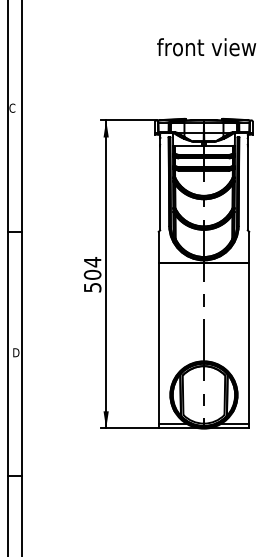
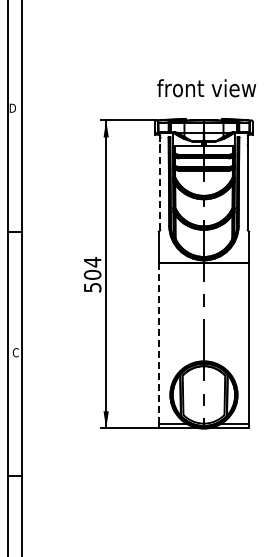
text at (206, 47) position: (206, 47) -> (206, 88)
text at (12, 107): C -> D
line at (160, 182): solid -> dashed
line at (158, 344): solid -> dashed
text at (15, 352): D -> C
